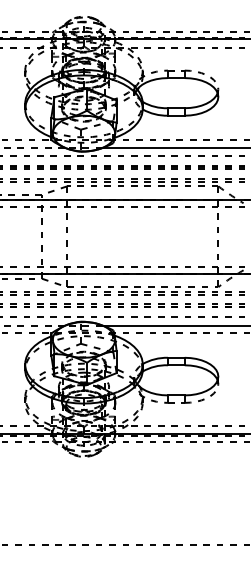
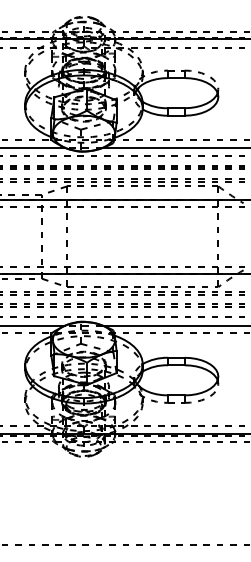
line at (32, 147): dashed -> solid
line at (32, 325): dashed -> solid
